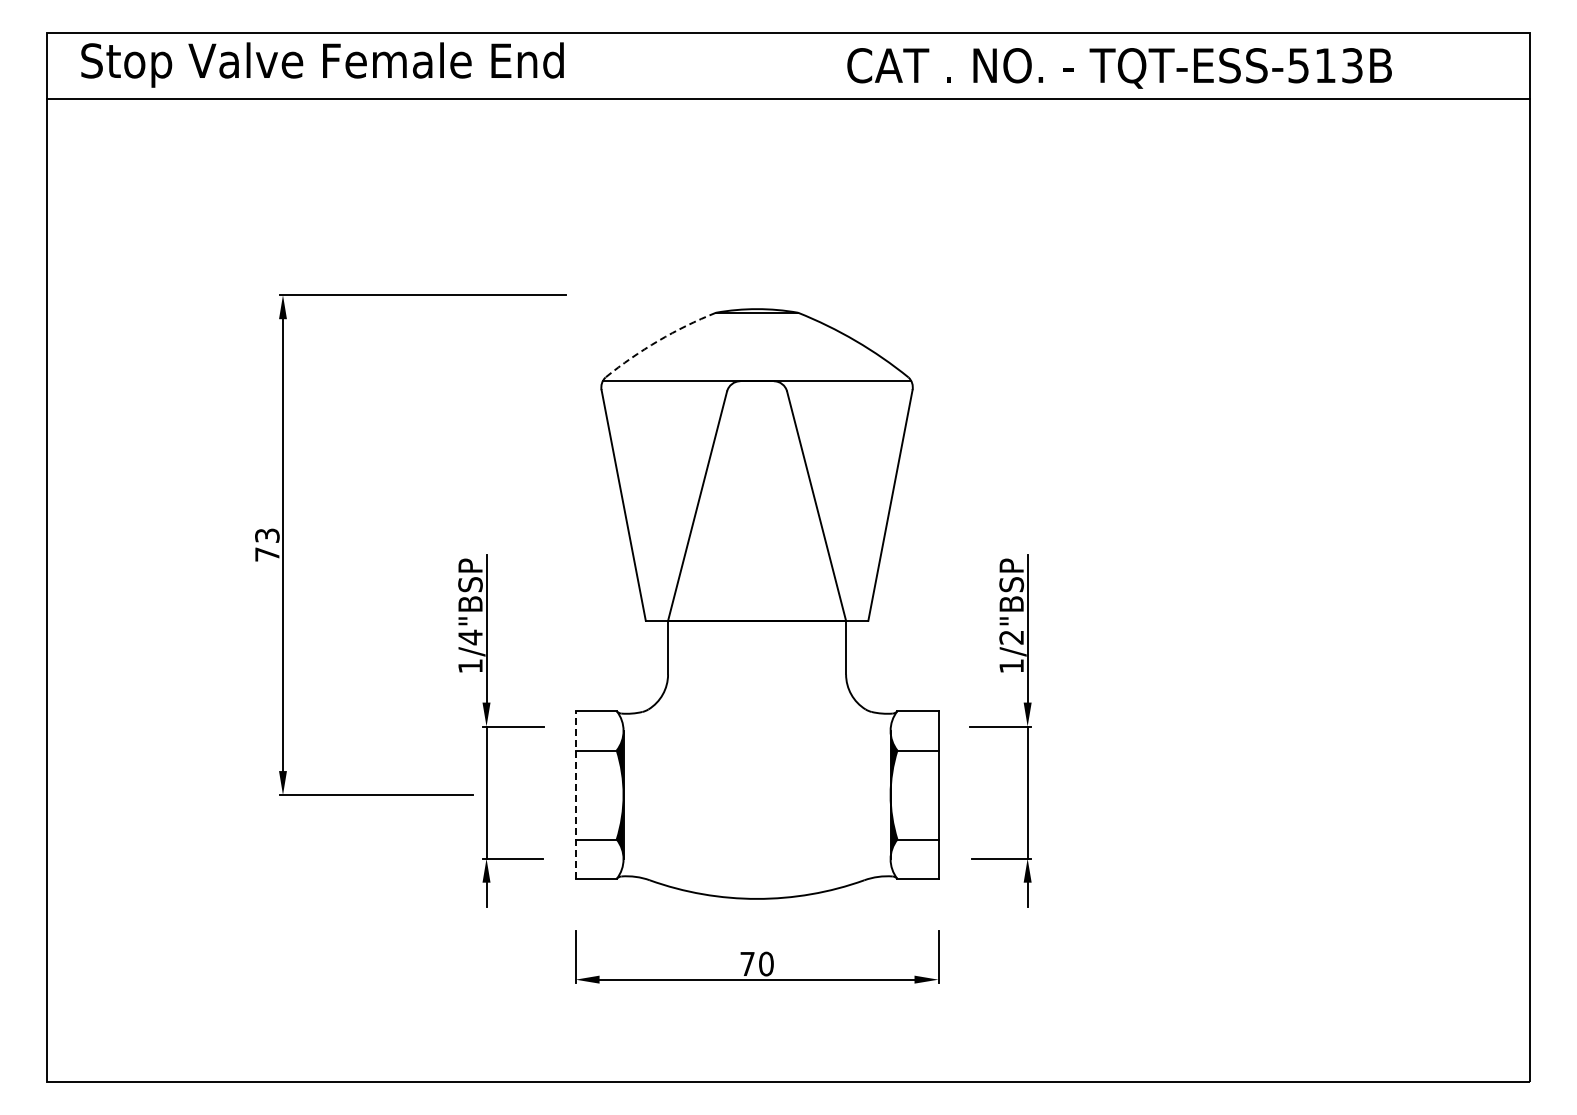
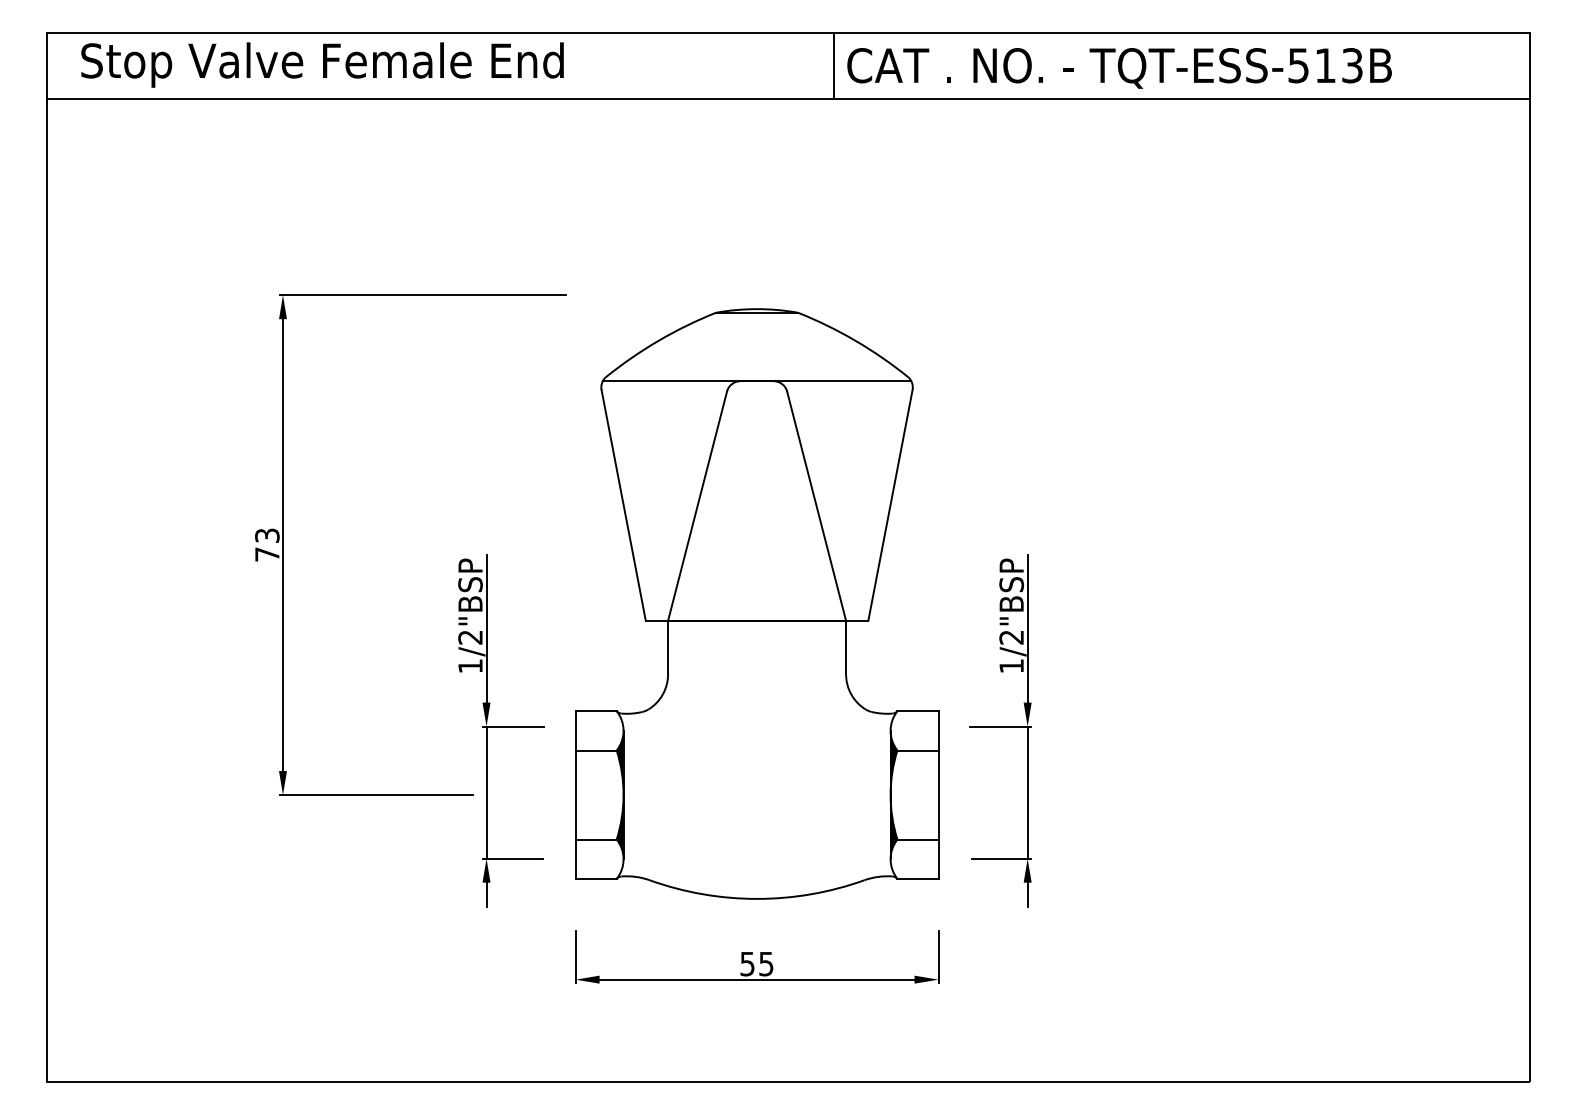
line at (833, 65): none -> present
arc at (658, 340): dashed -> solid
text at (470, 637): 1/4"BSP -> 1/2"BSP
line at (575, 795): dashed -> solid
text at (756, 963): 70 -> 55
